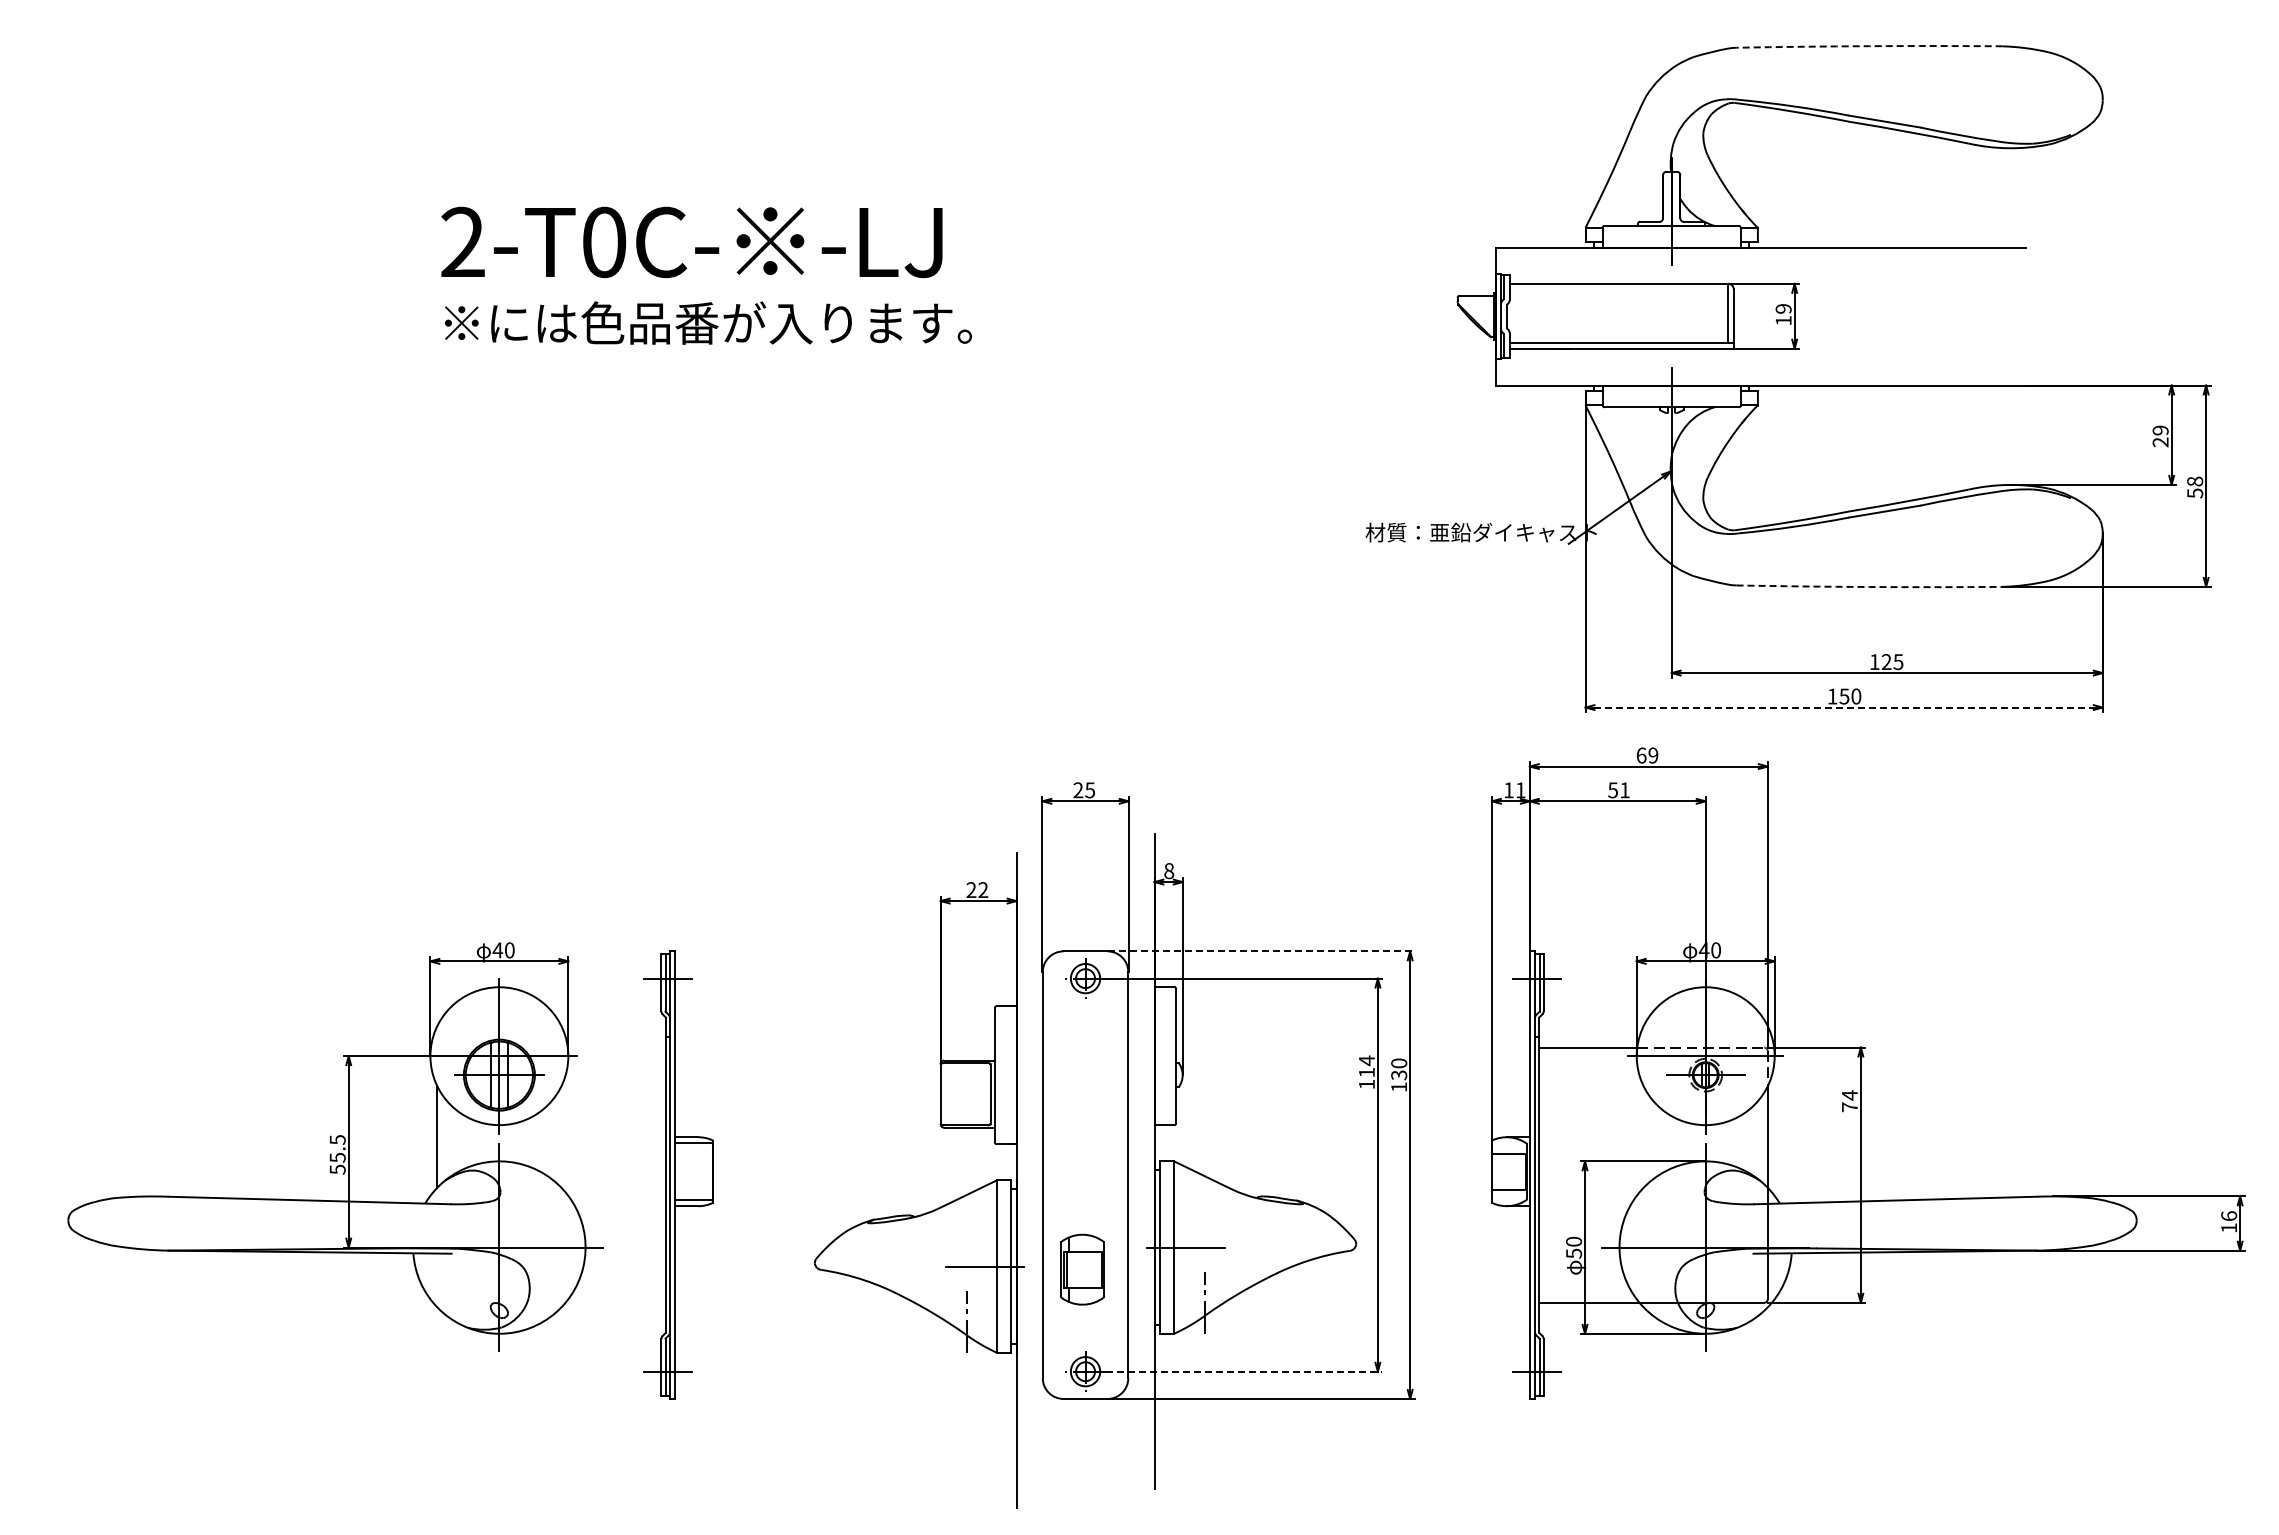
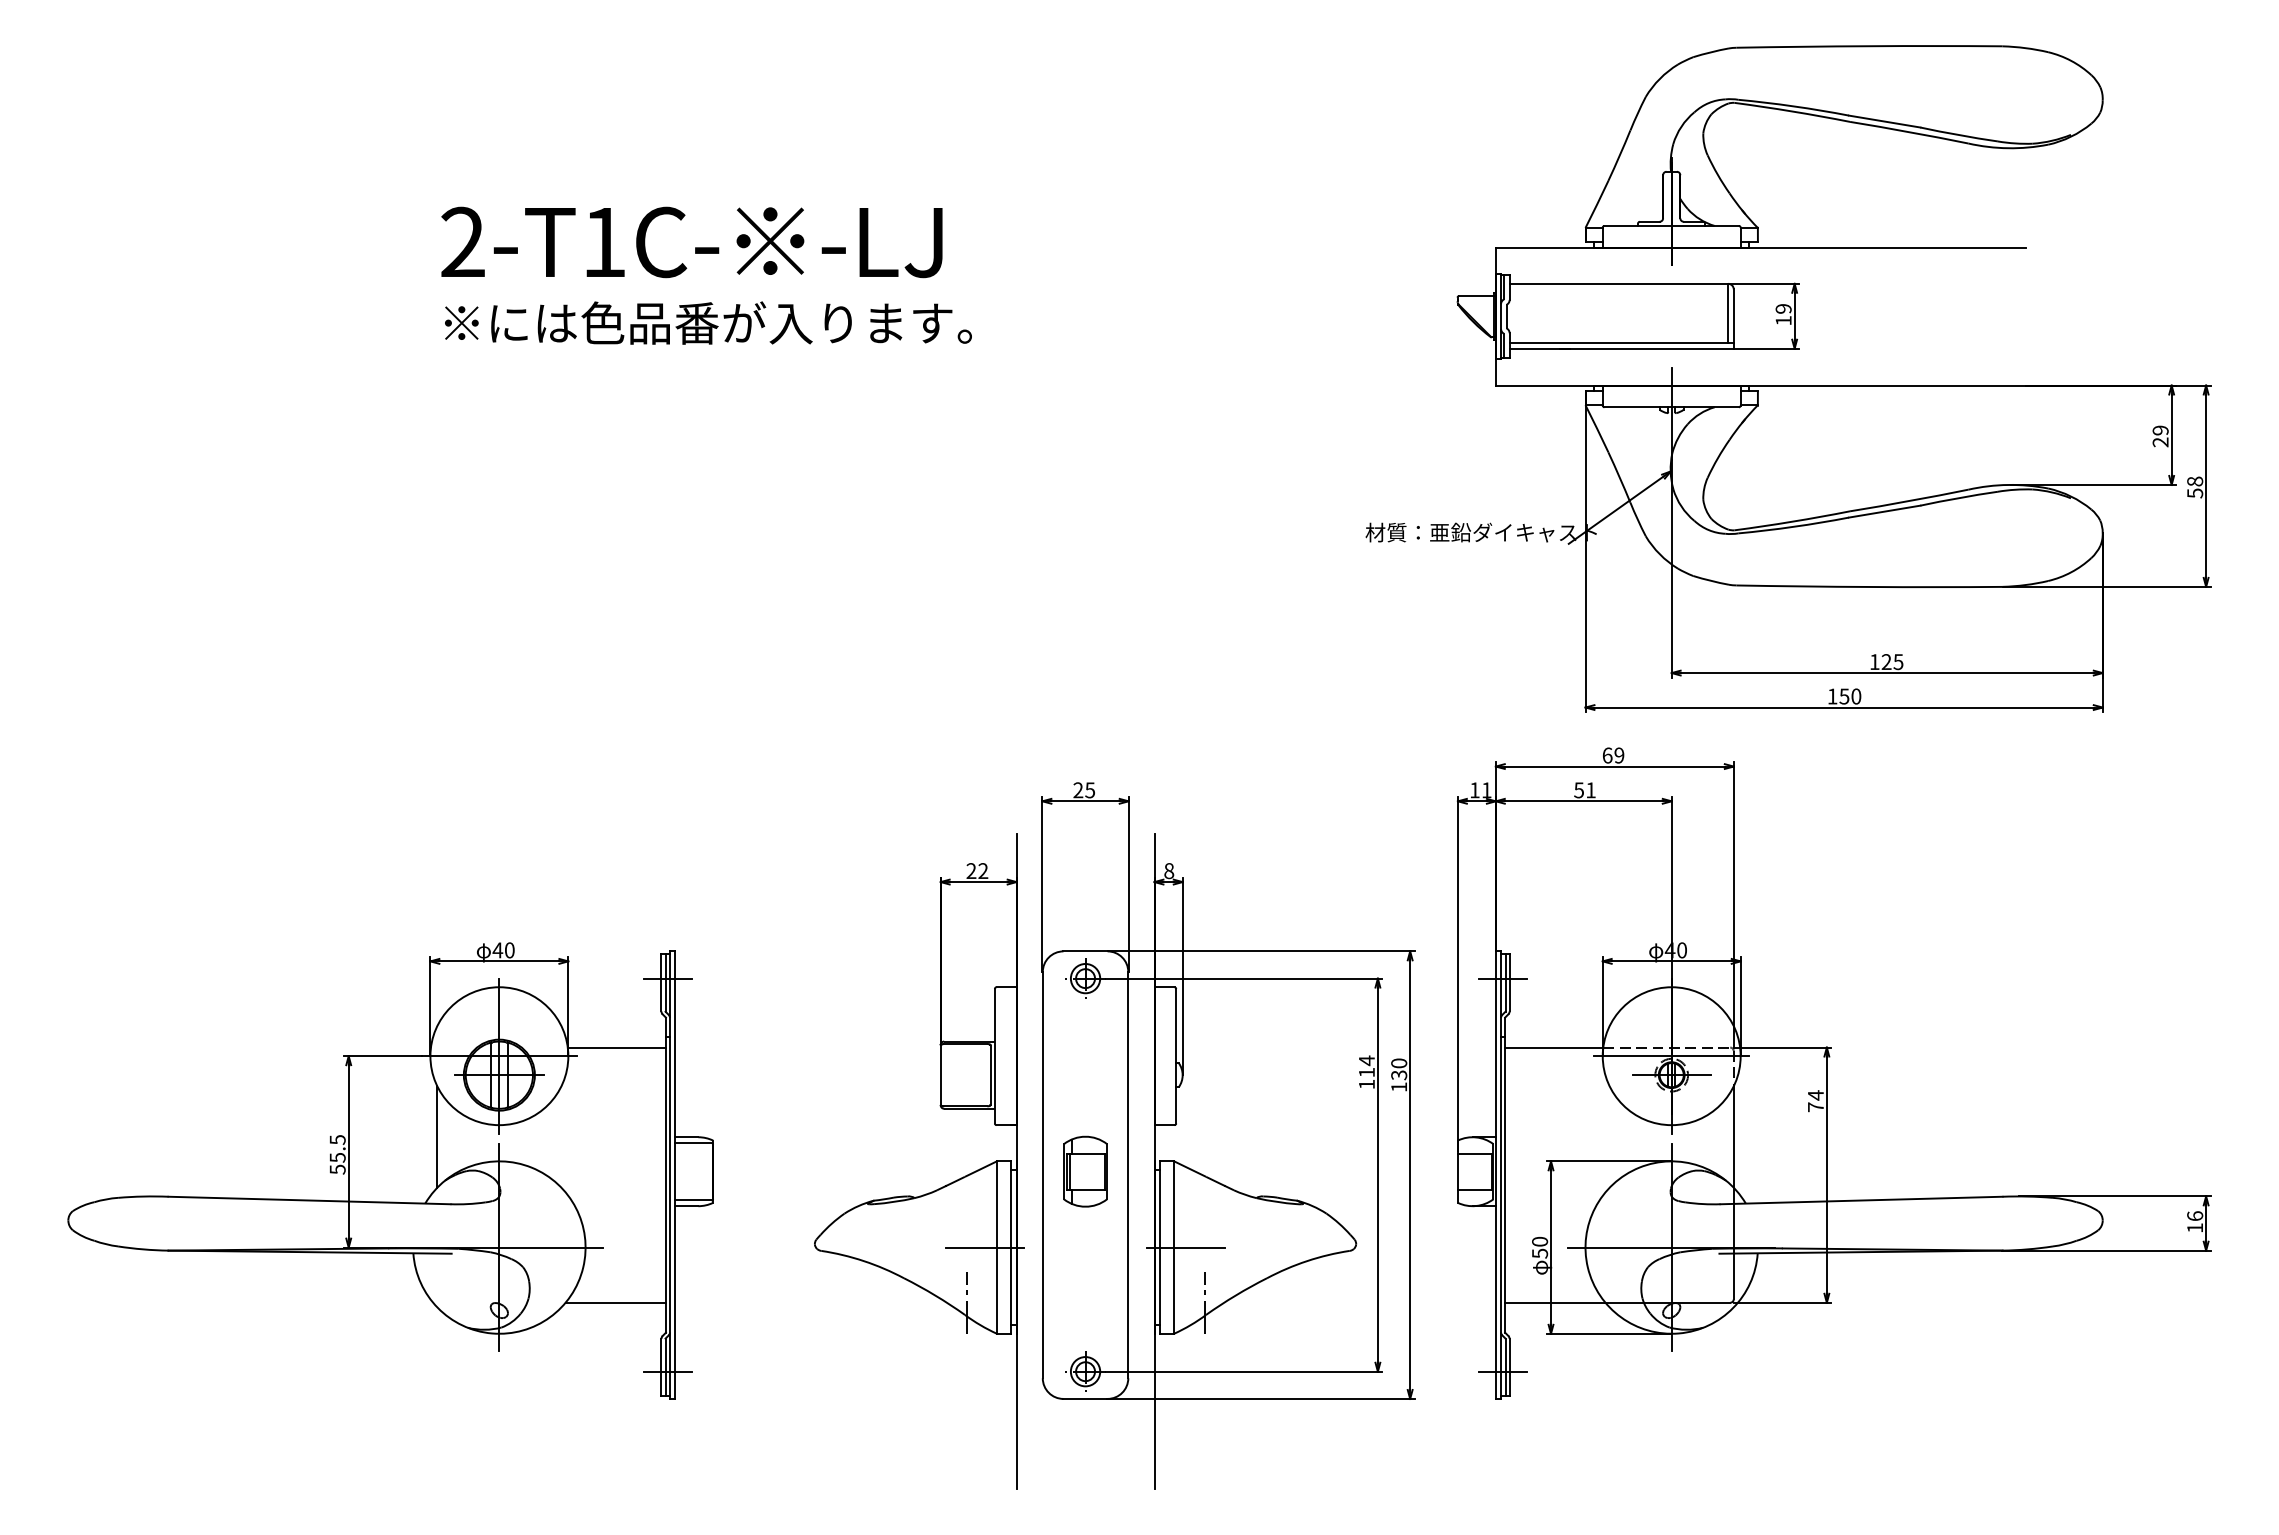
arc at (1869, 46): dashed -> solid
text at (604, 242): 2-T0C- -> 2-T1C-
arc at (1869, 587): dashed -> solid
line at (1844, 707): dashed -> solid
line at (1261, 951): dashed -> solid
line at (616, 1047): none -> present
part at (1867, 1073) position: (1867, 1073) -> (1833, 1073)
part at (933, 1209) position: (933, 1209) -> (933, 1190)
part at (1082, 1269) position: (1082, 1269) -> (1085, 1171)
line at (615, 1302): none -> present
line at (1244, 1371): dashed -> solid
